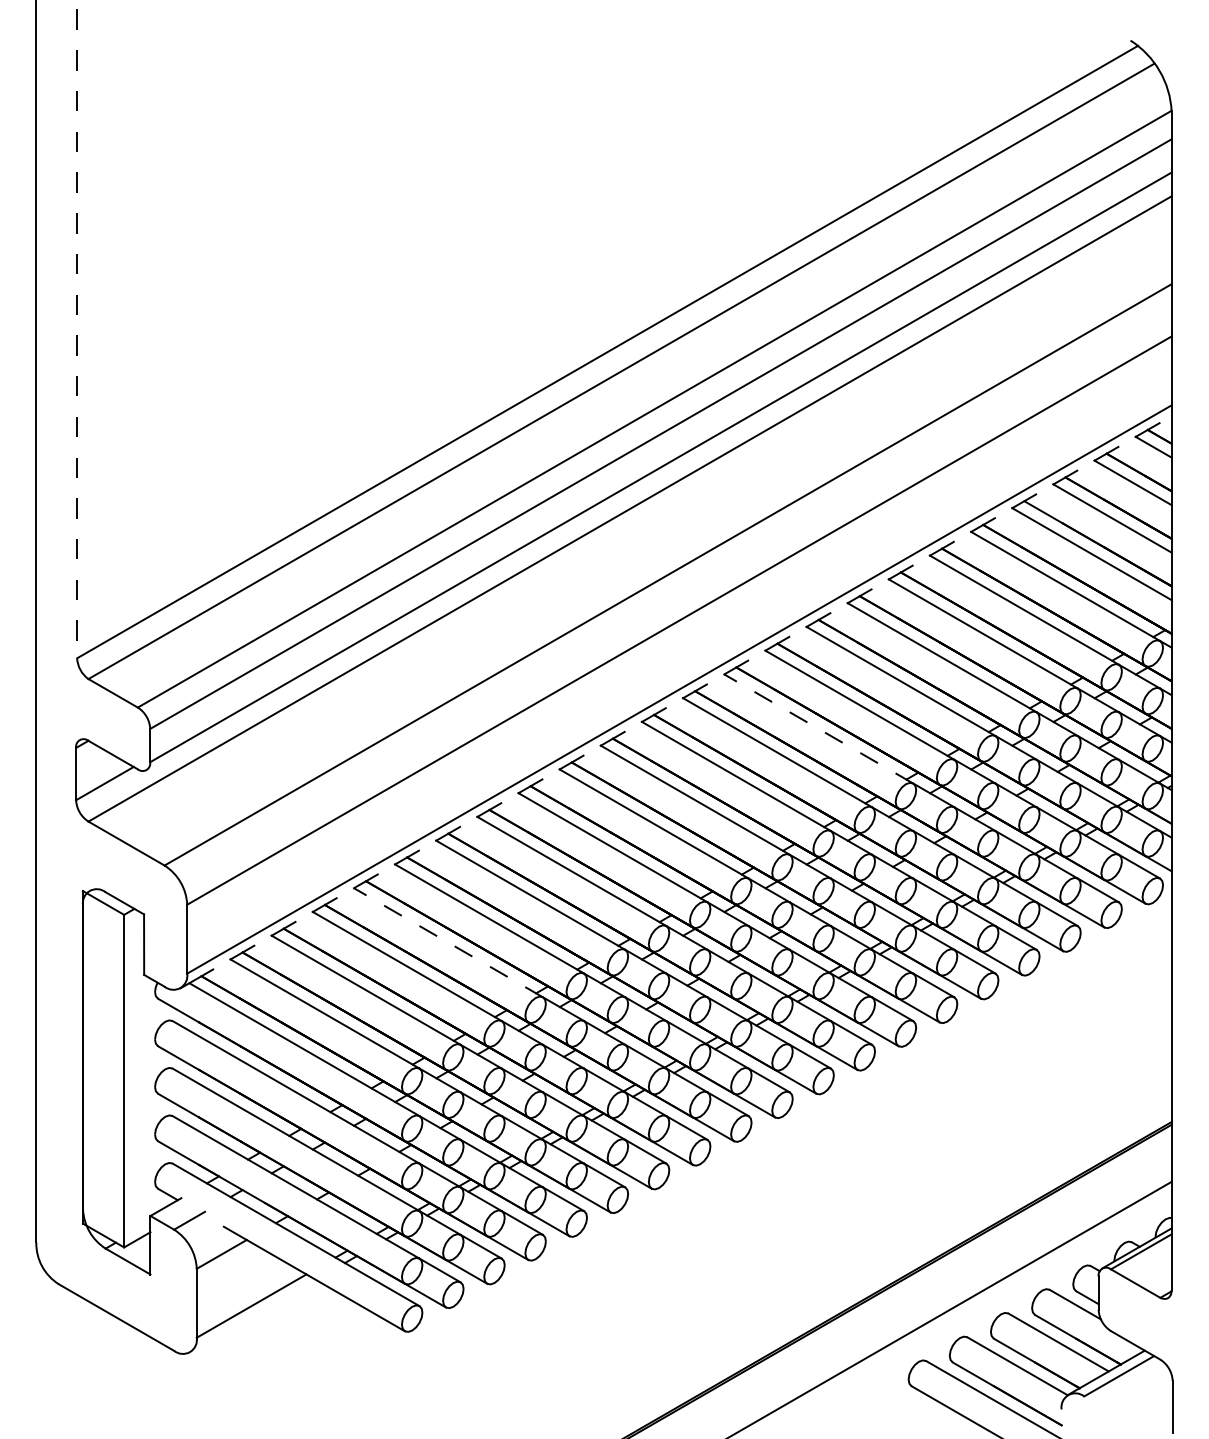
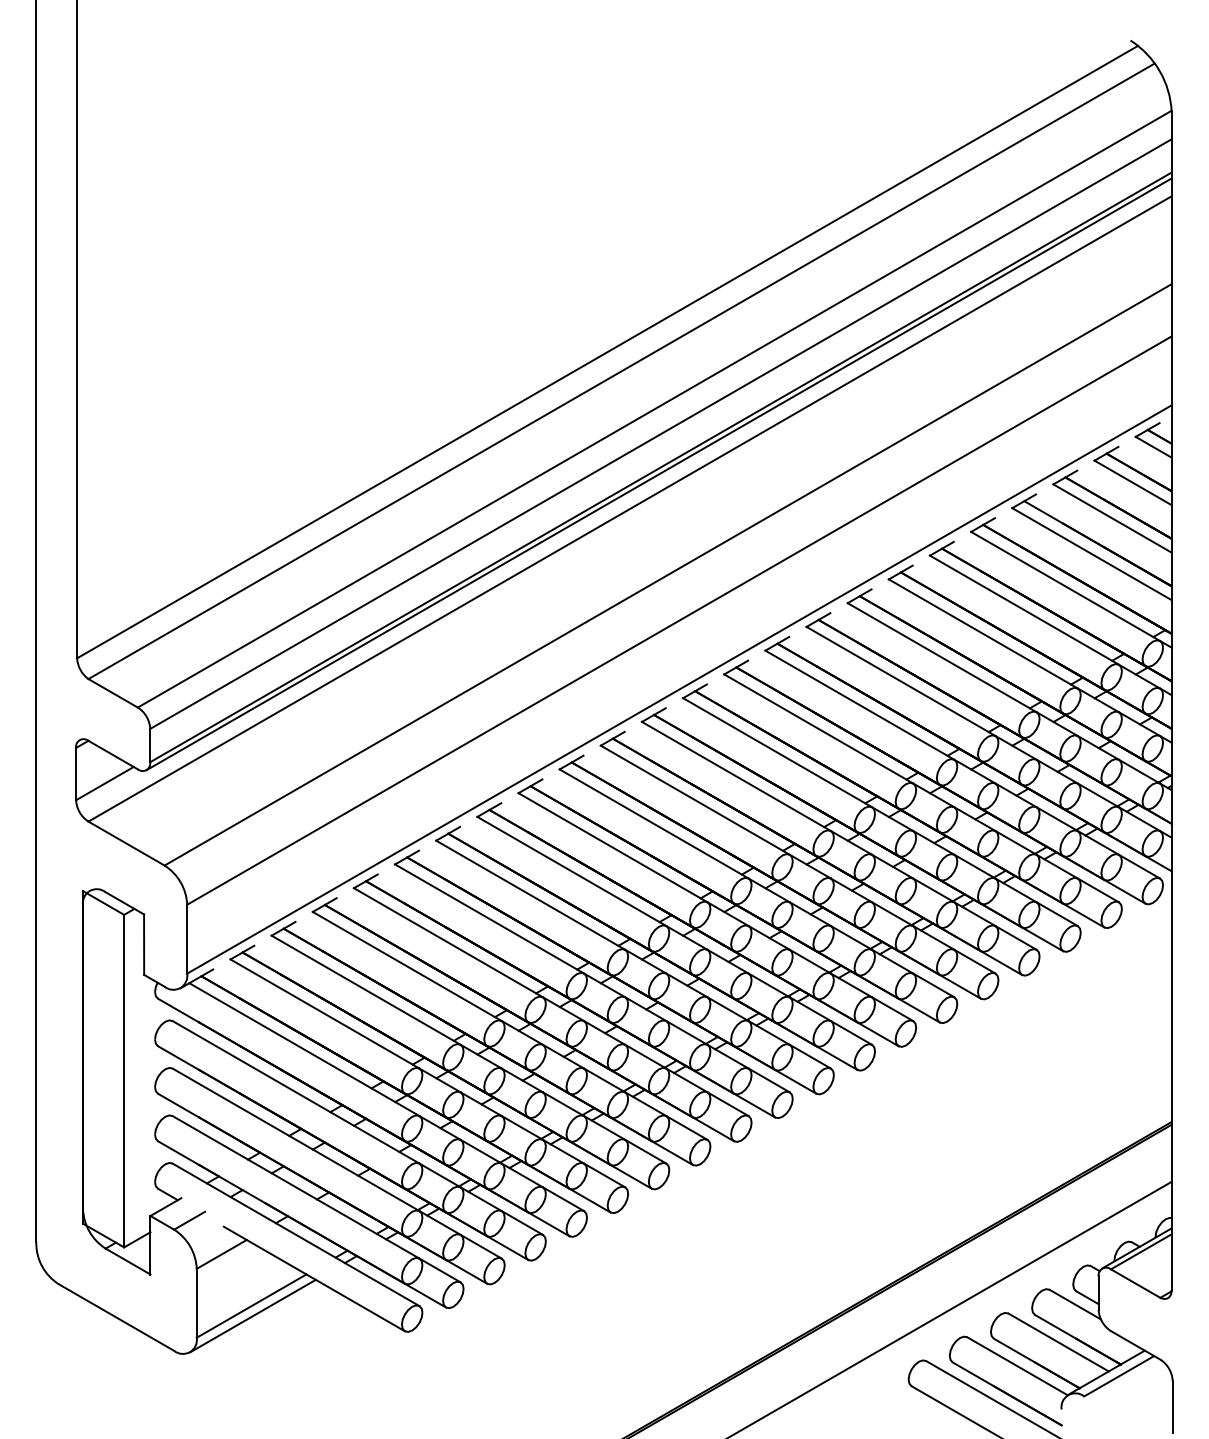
line at (77, 329): dashed -> solid
line at (658, 474): none -> present
line at (818, 728): dashed -> solid
line at (447, 942): dashed -> solid
line at (252, 1315): none -> present
